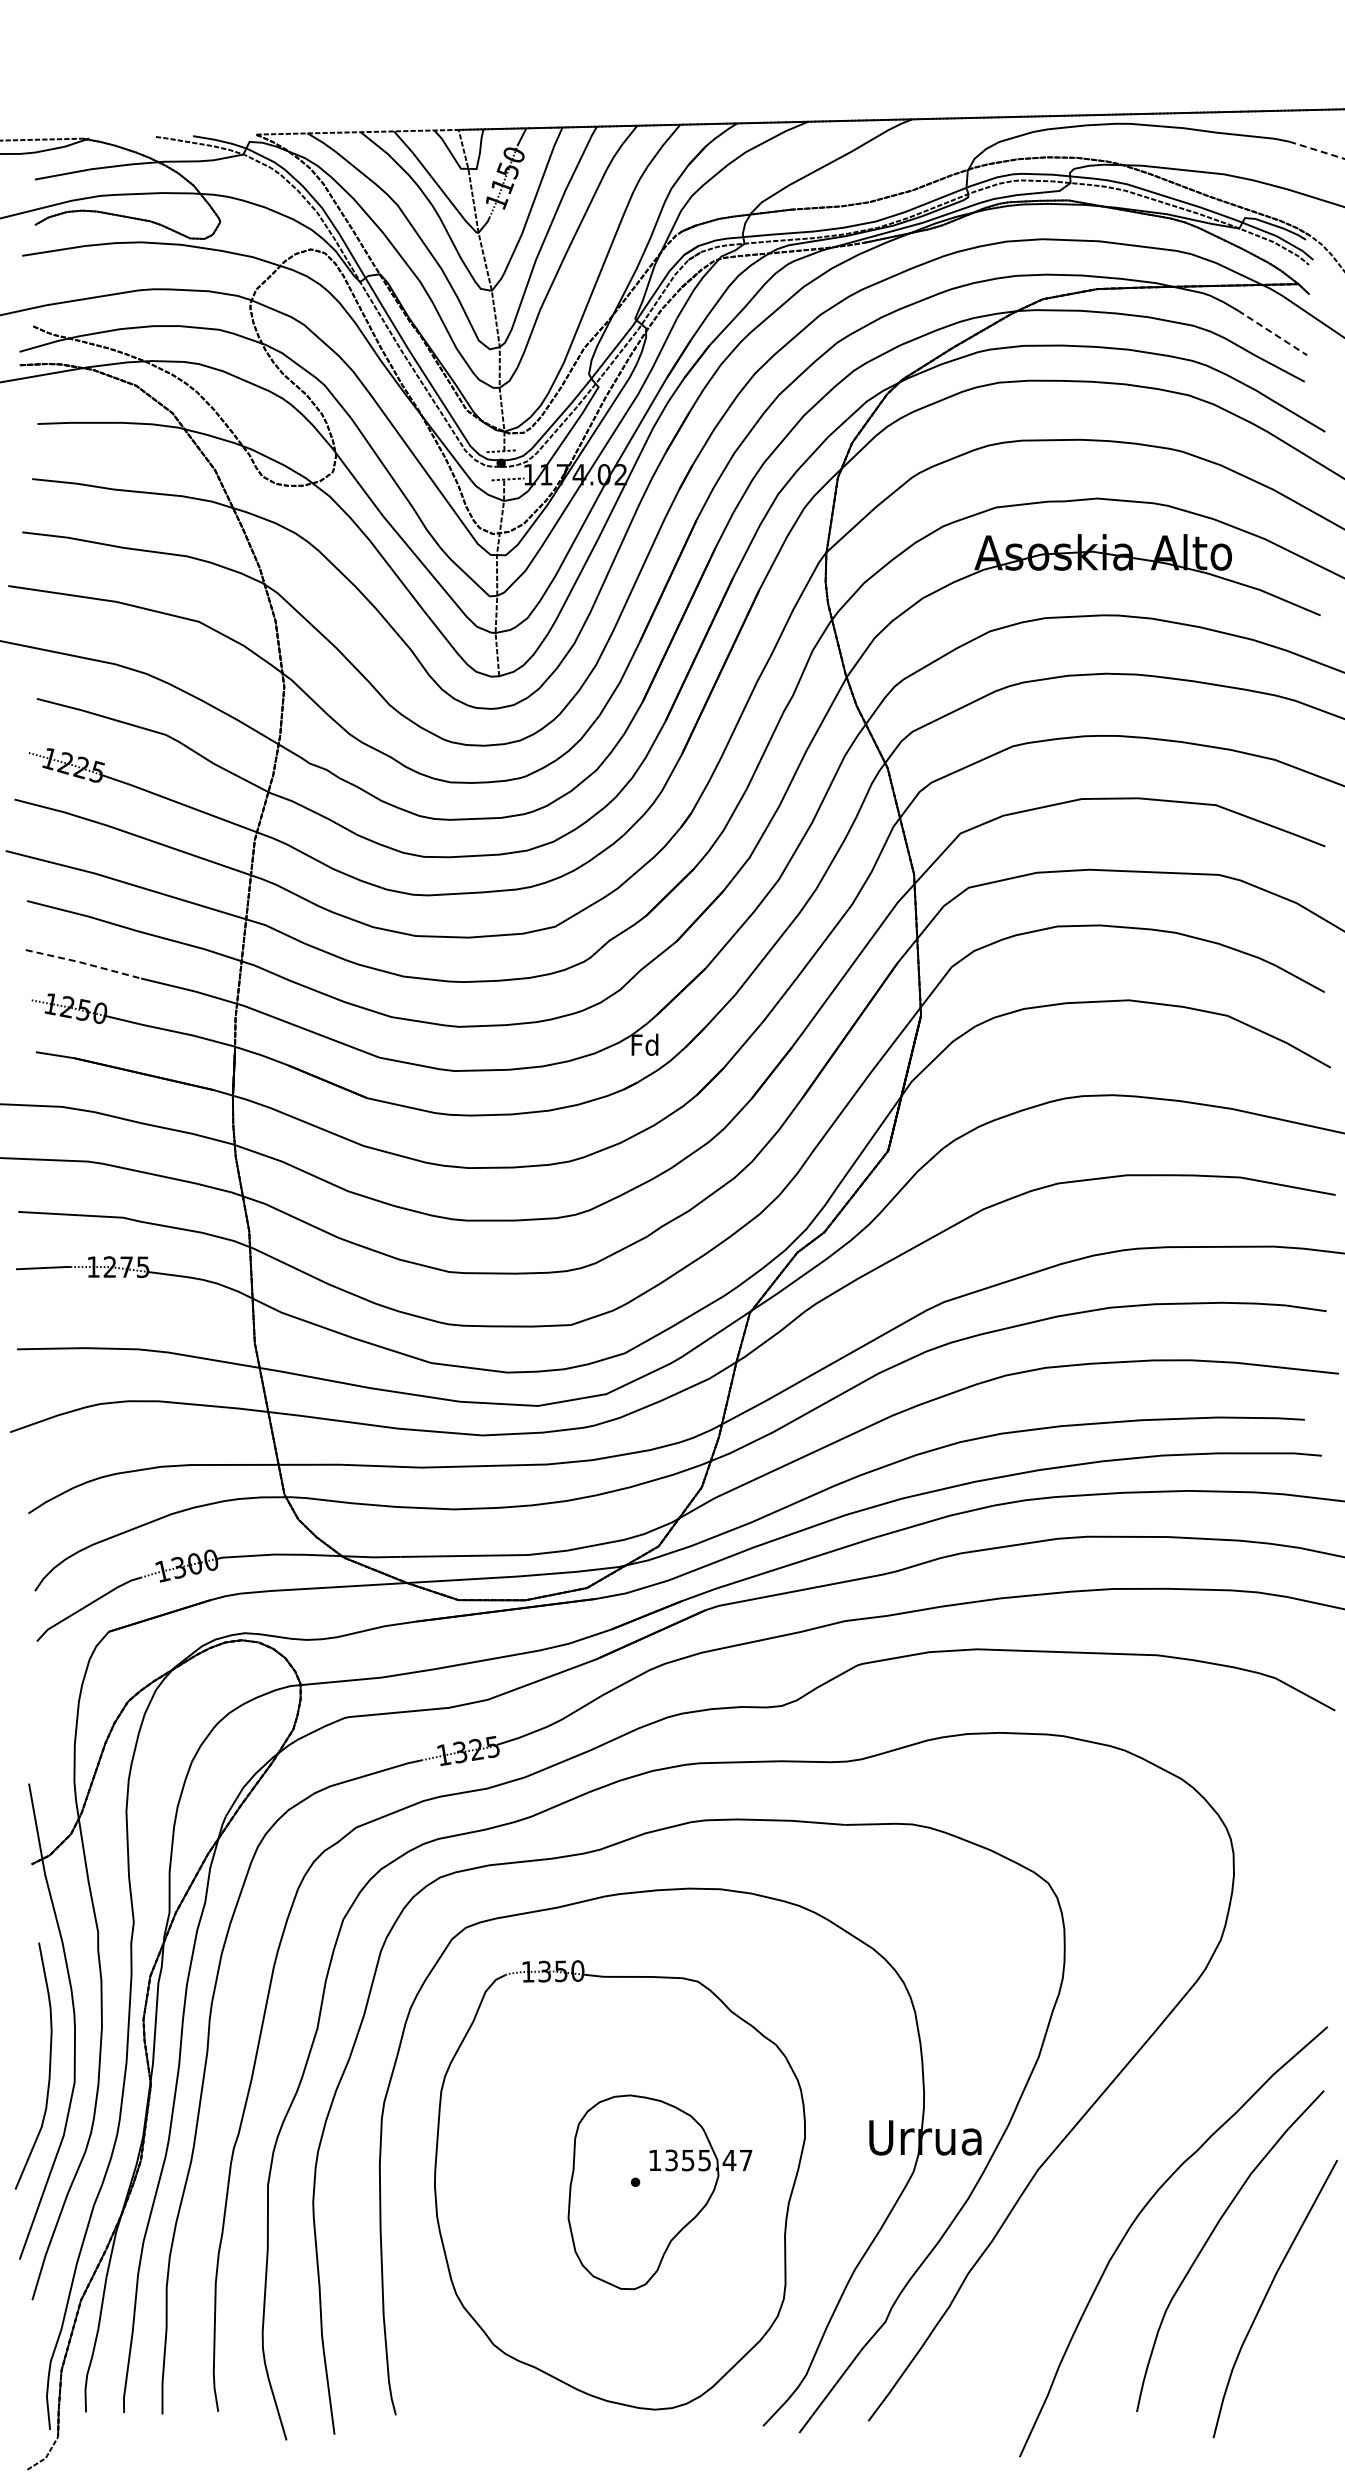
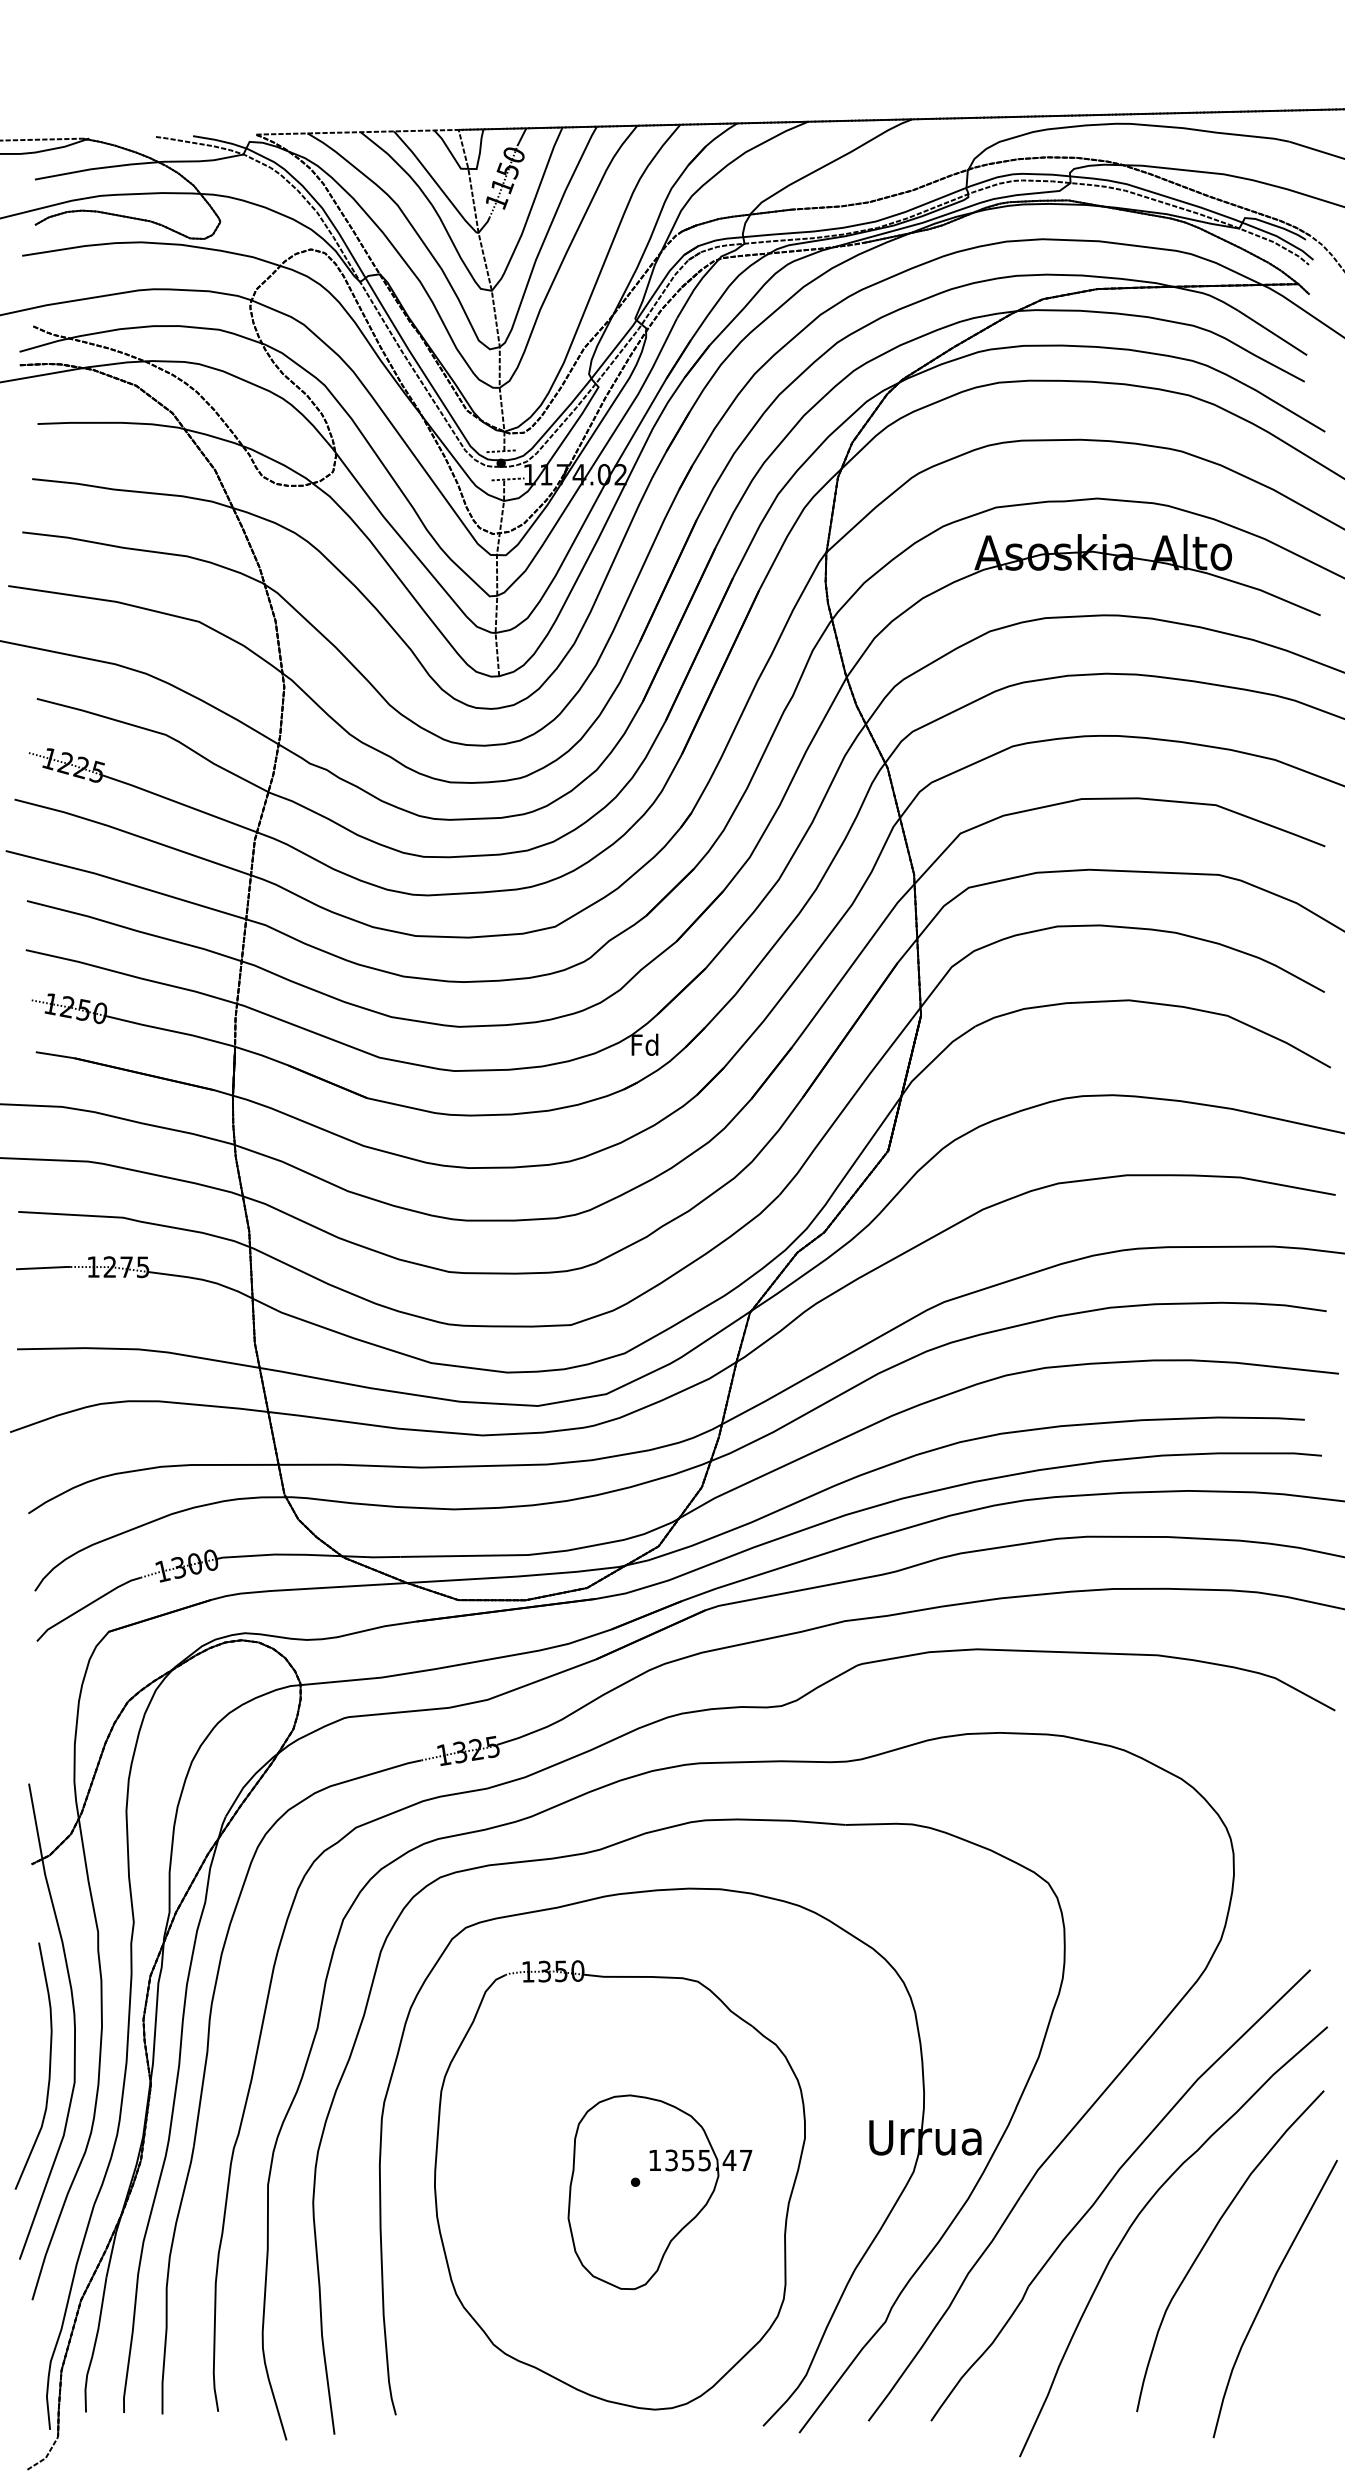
line at (1316, 150): dashed -> solid
line at (1272, 333): dashed -> solid
line at (83, 963): dashed -> solid
part at (1107, 2187): none -> present
